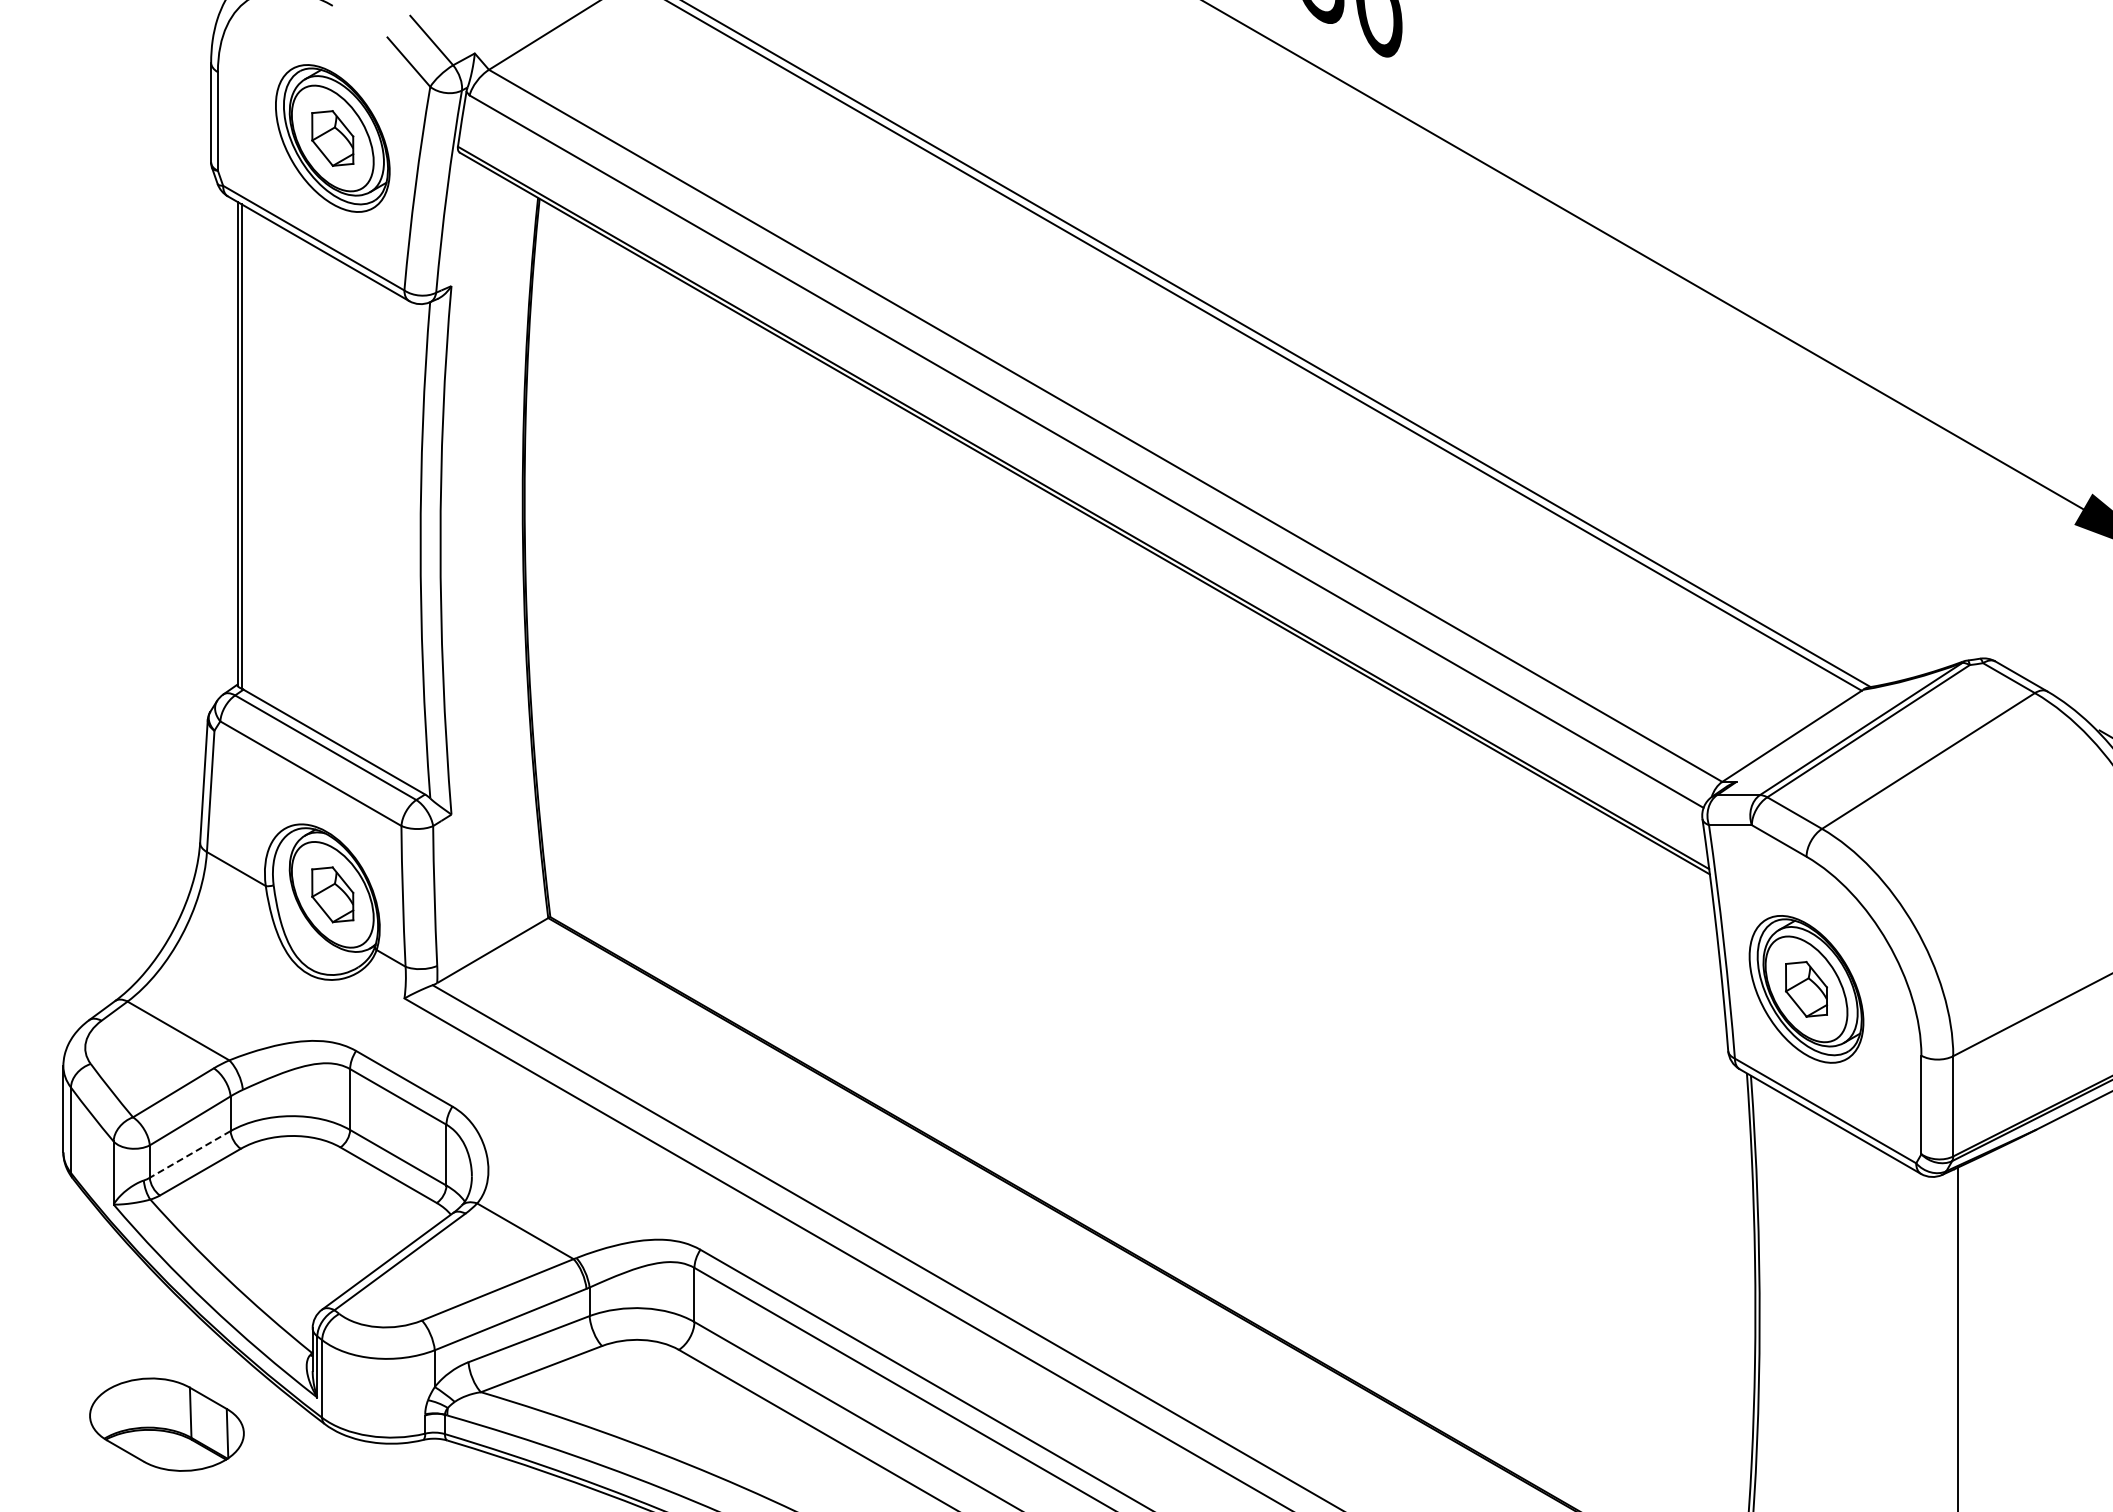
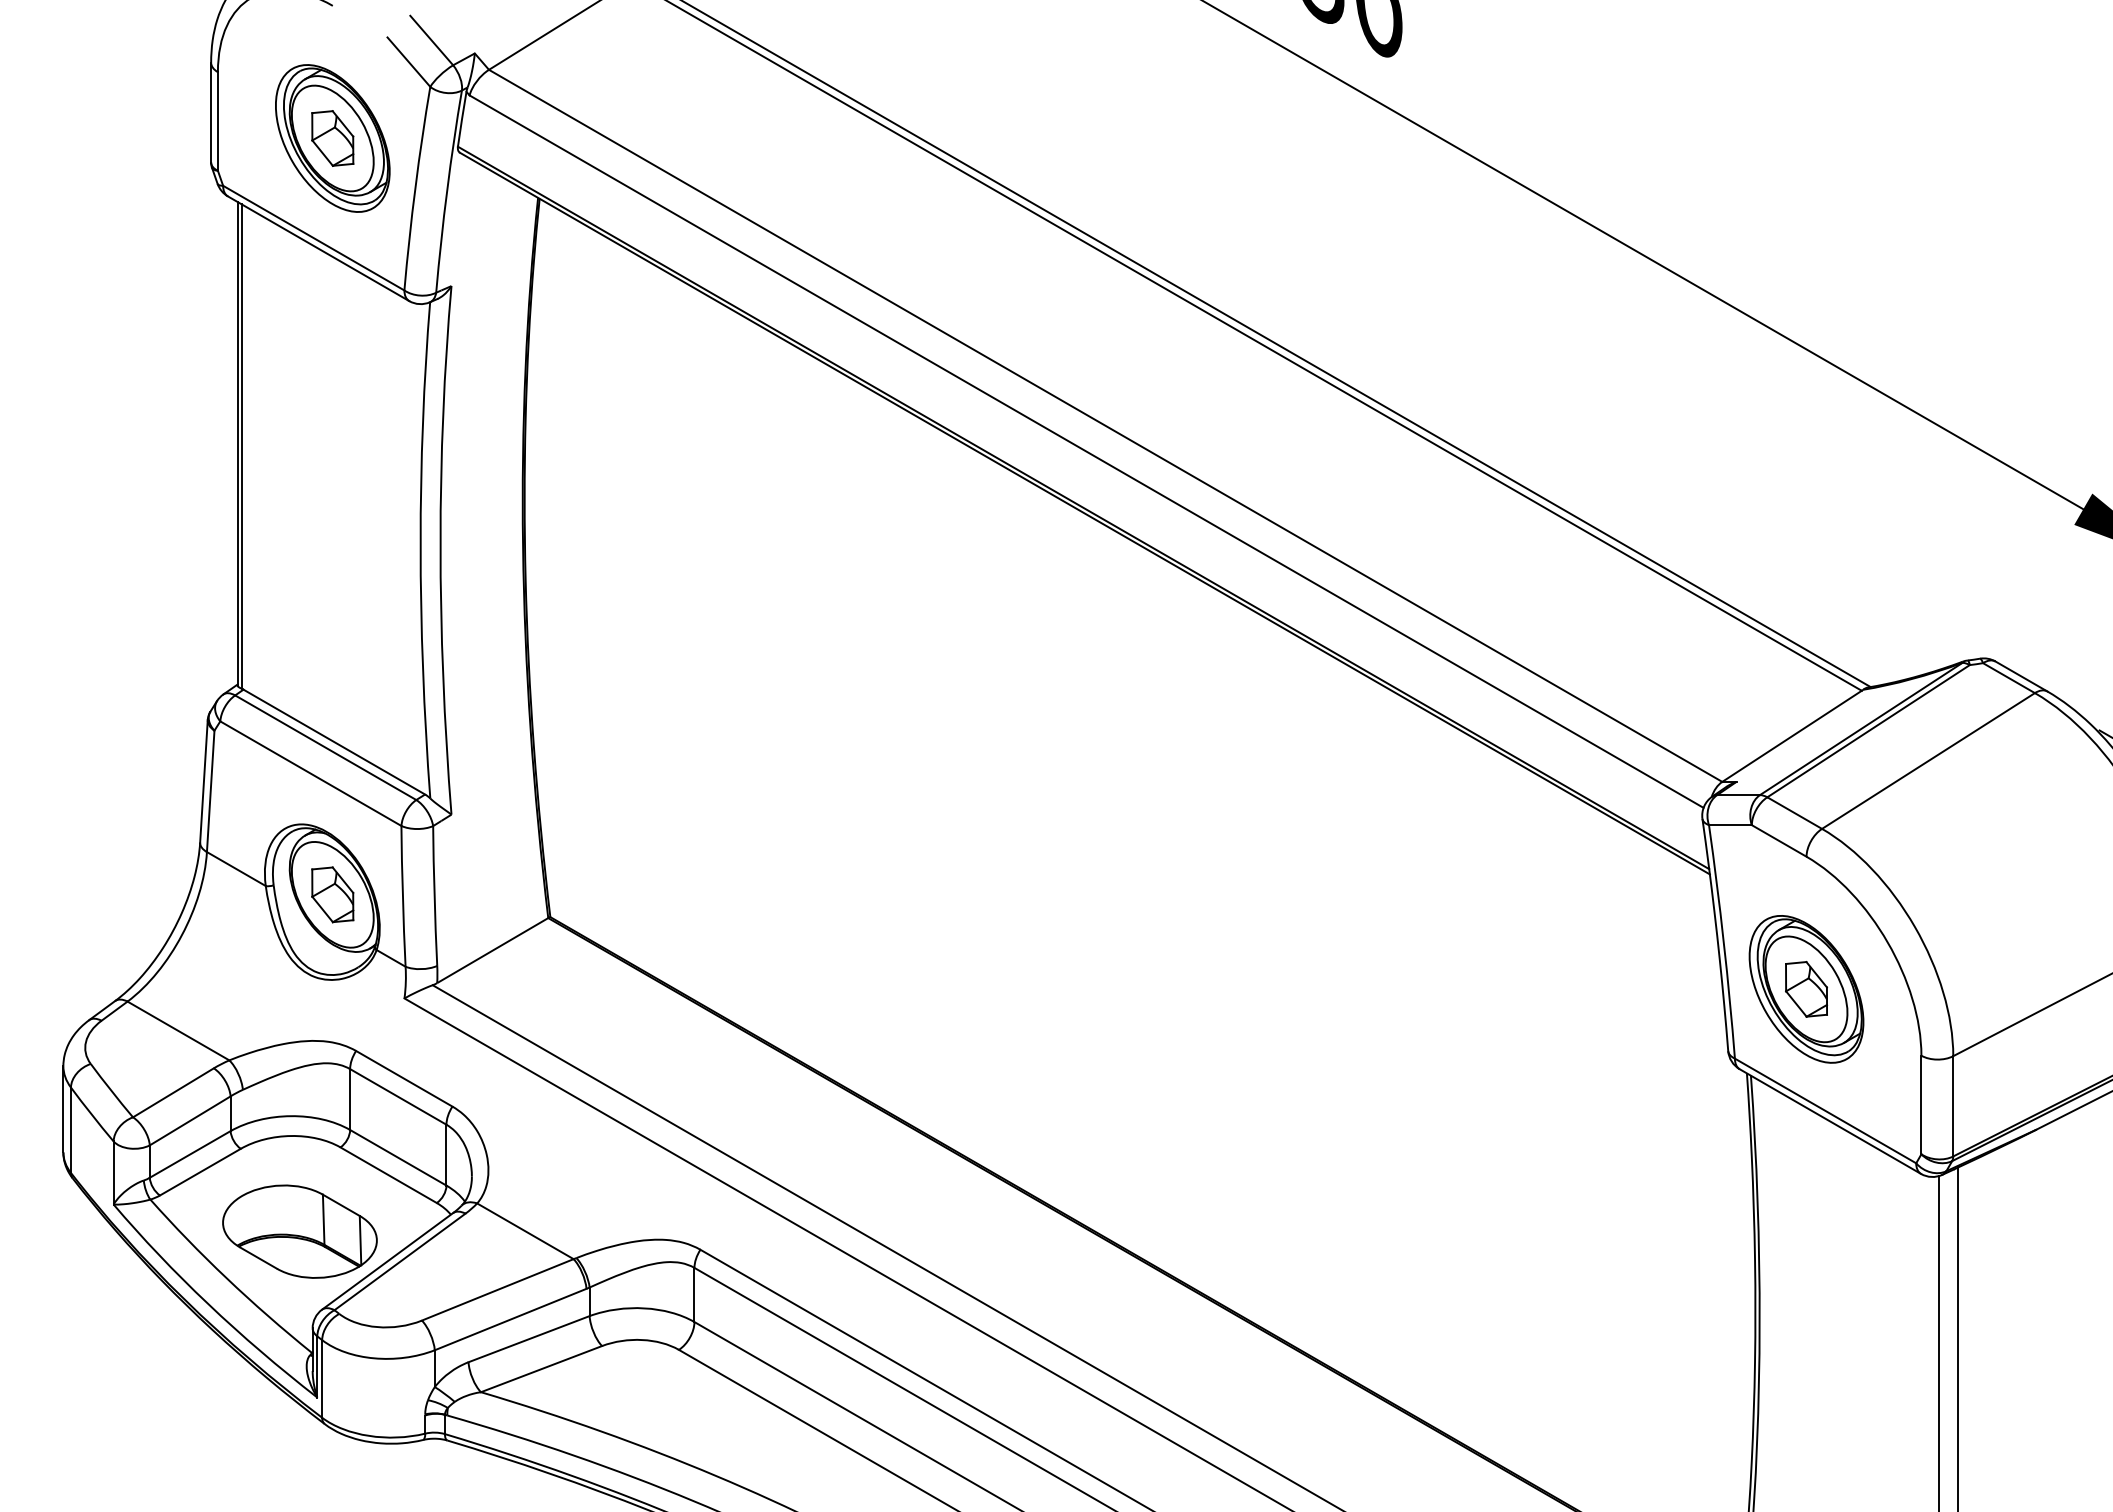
line at (190, 1154): dashed -> solid
line at (1938, 1342): none -> present
part at (166, 1424) position: (166, 1424) -> (299, 1231)
